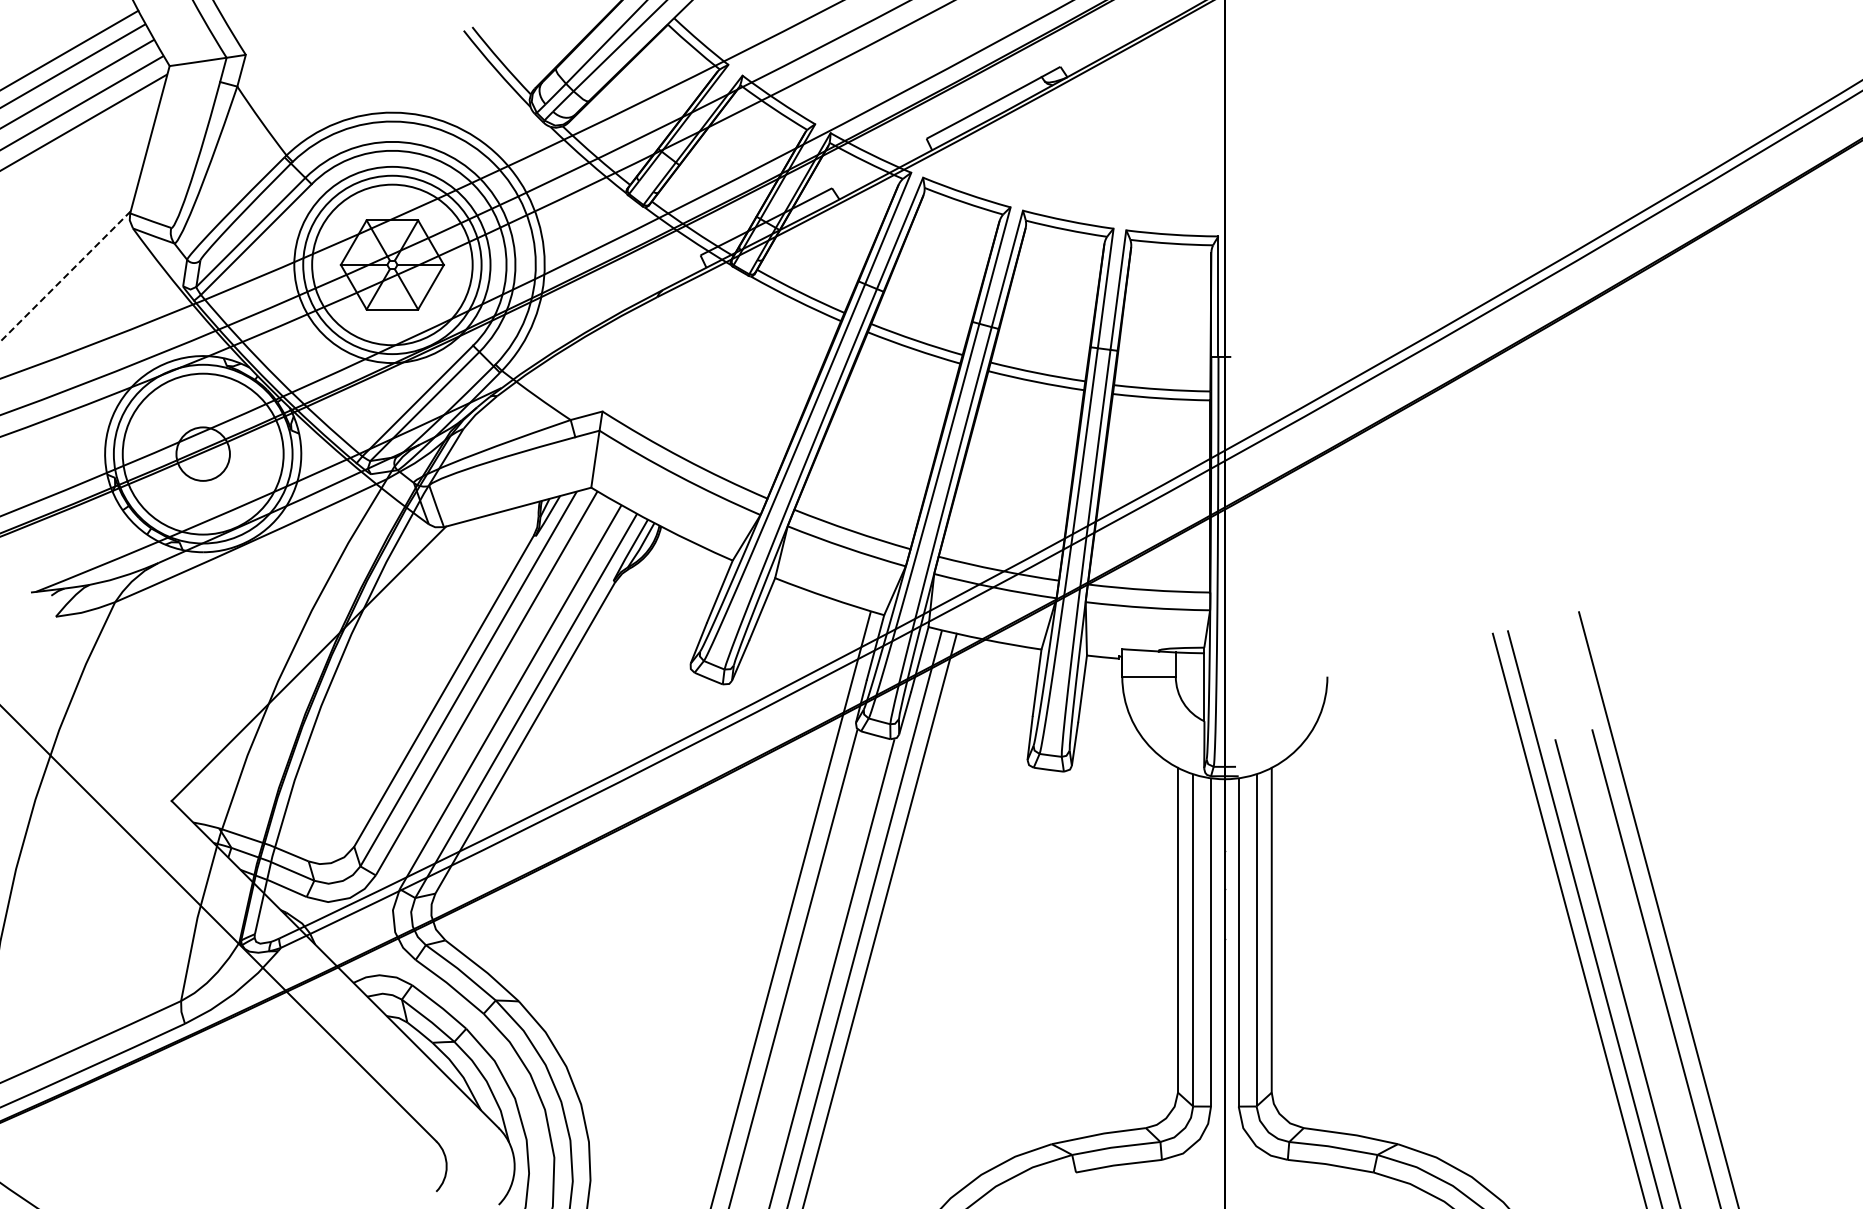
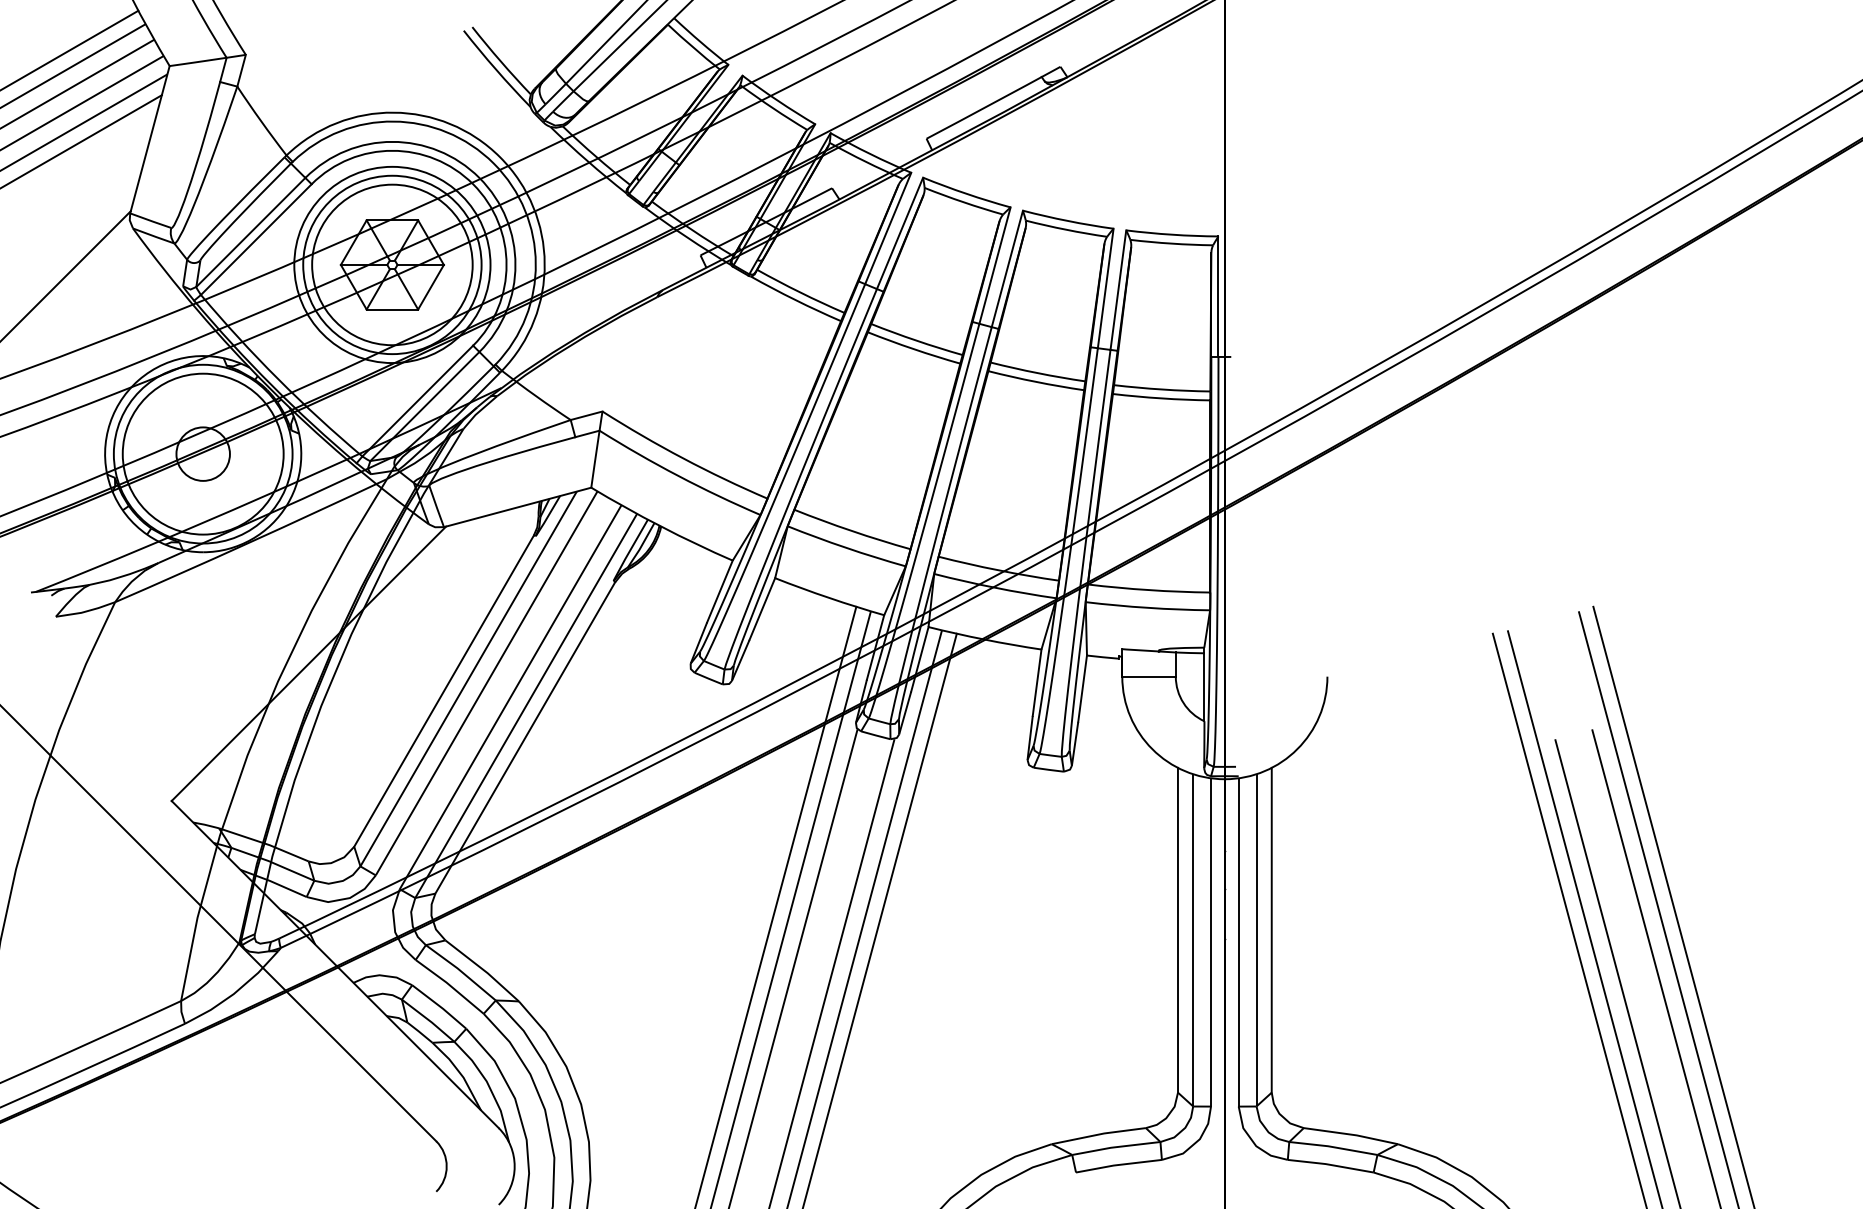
line at (81, 141): none -> present
line at (65, 276): dashed -> solid
line at (776, 905): none -> present
line at (1673, 905): none -> present
